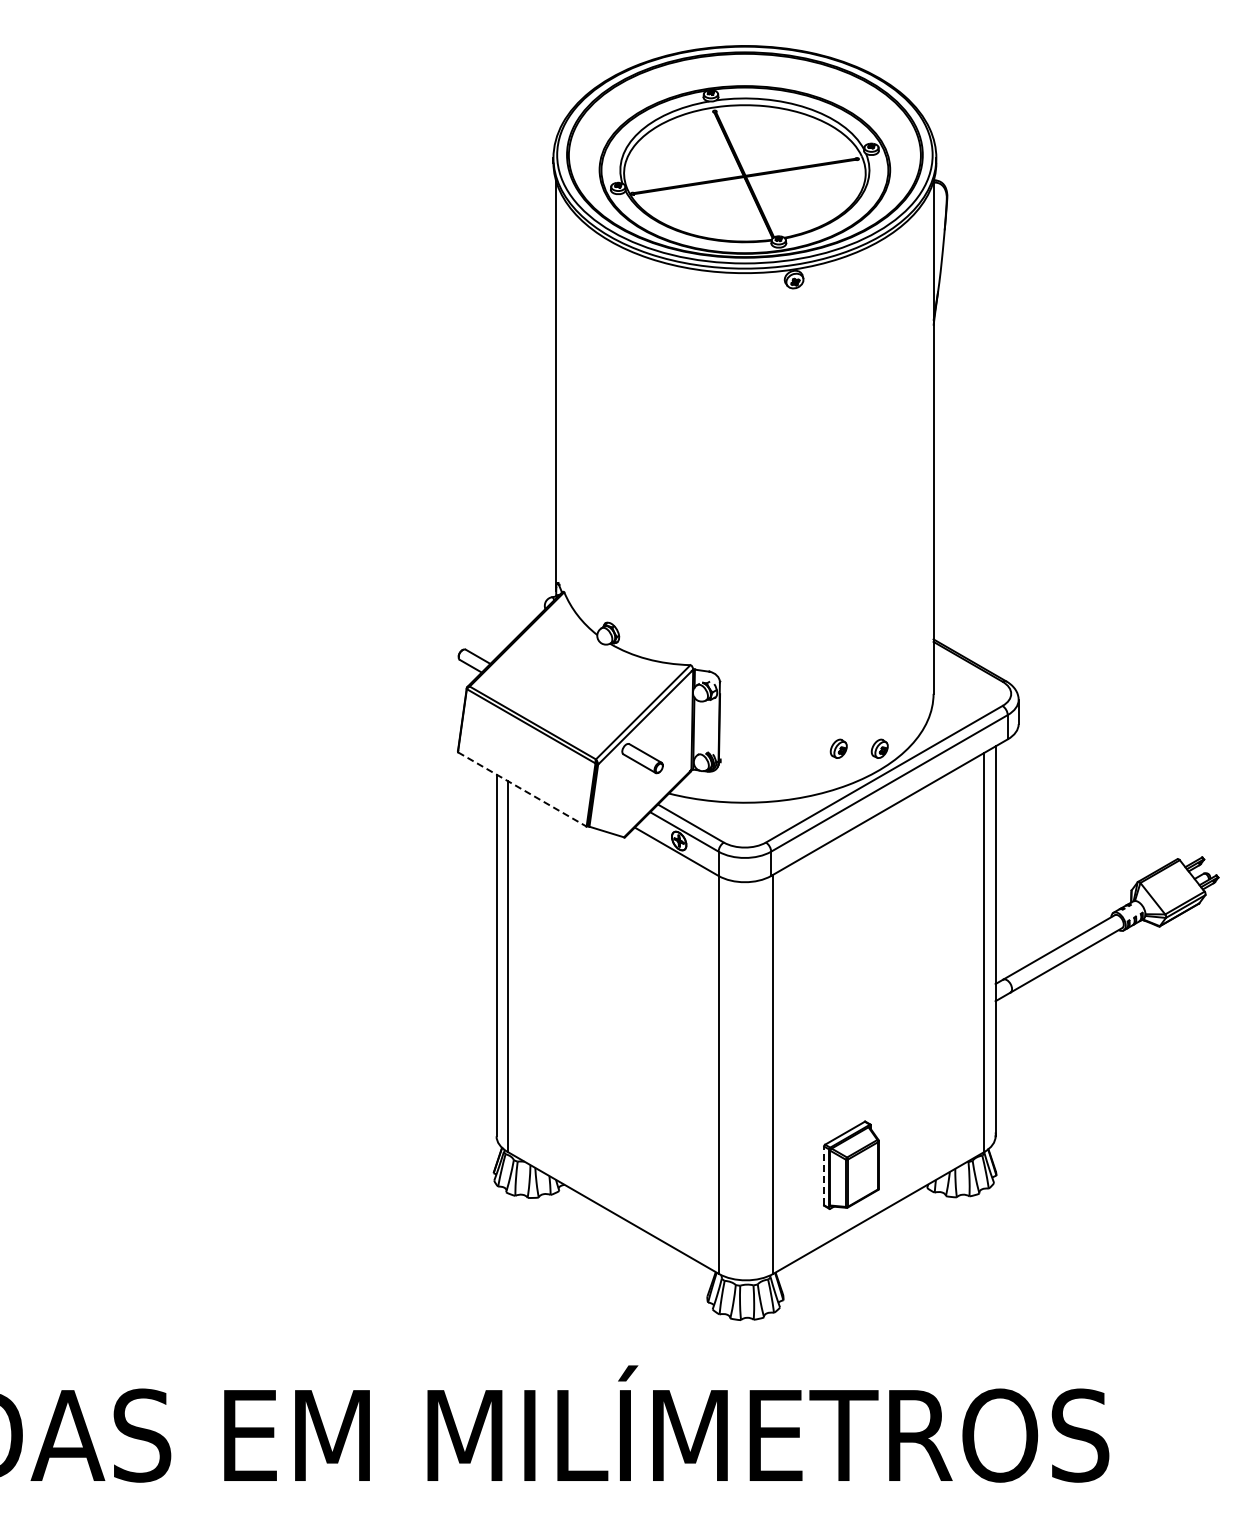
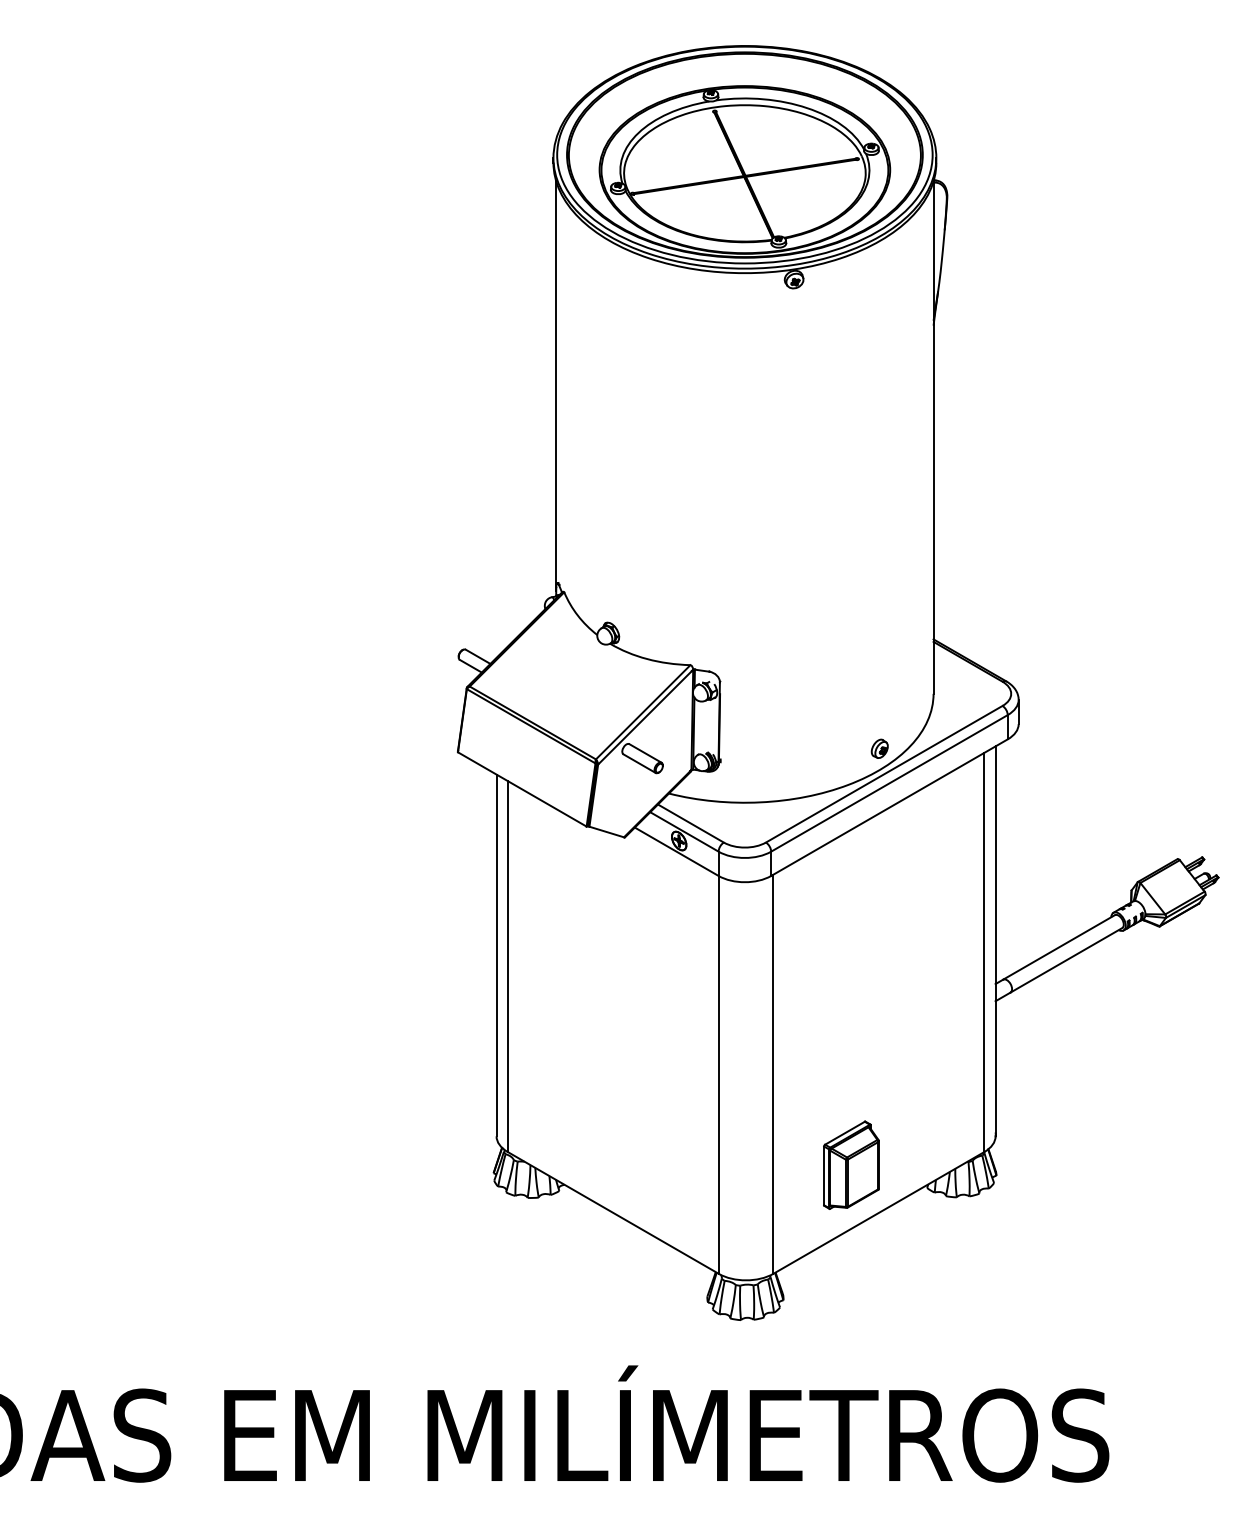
part at (838, 748): present -> none
line at (522, 789): dashed -> solid
line at (824, 1175): dashed -> solid
